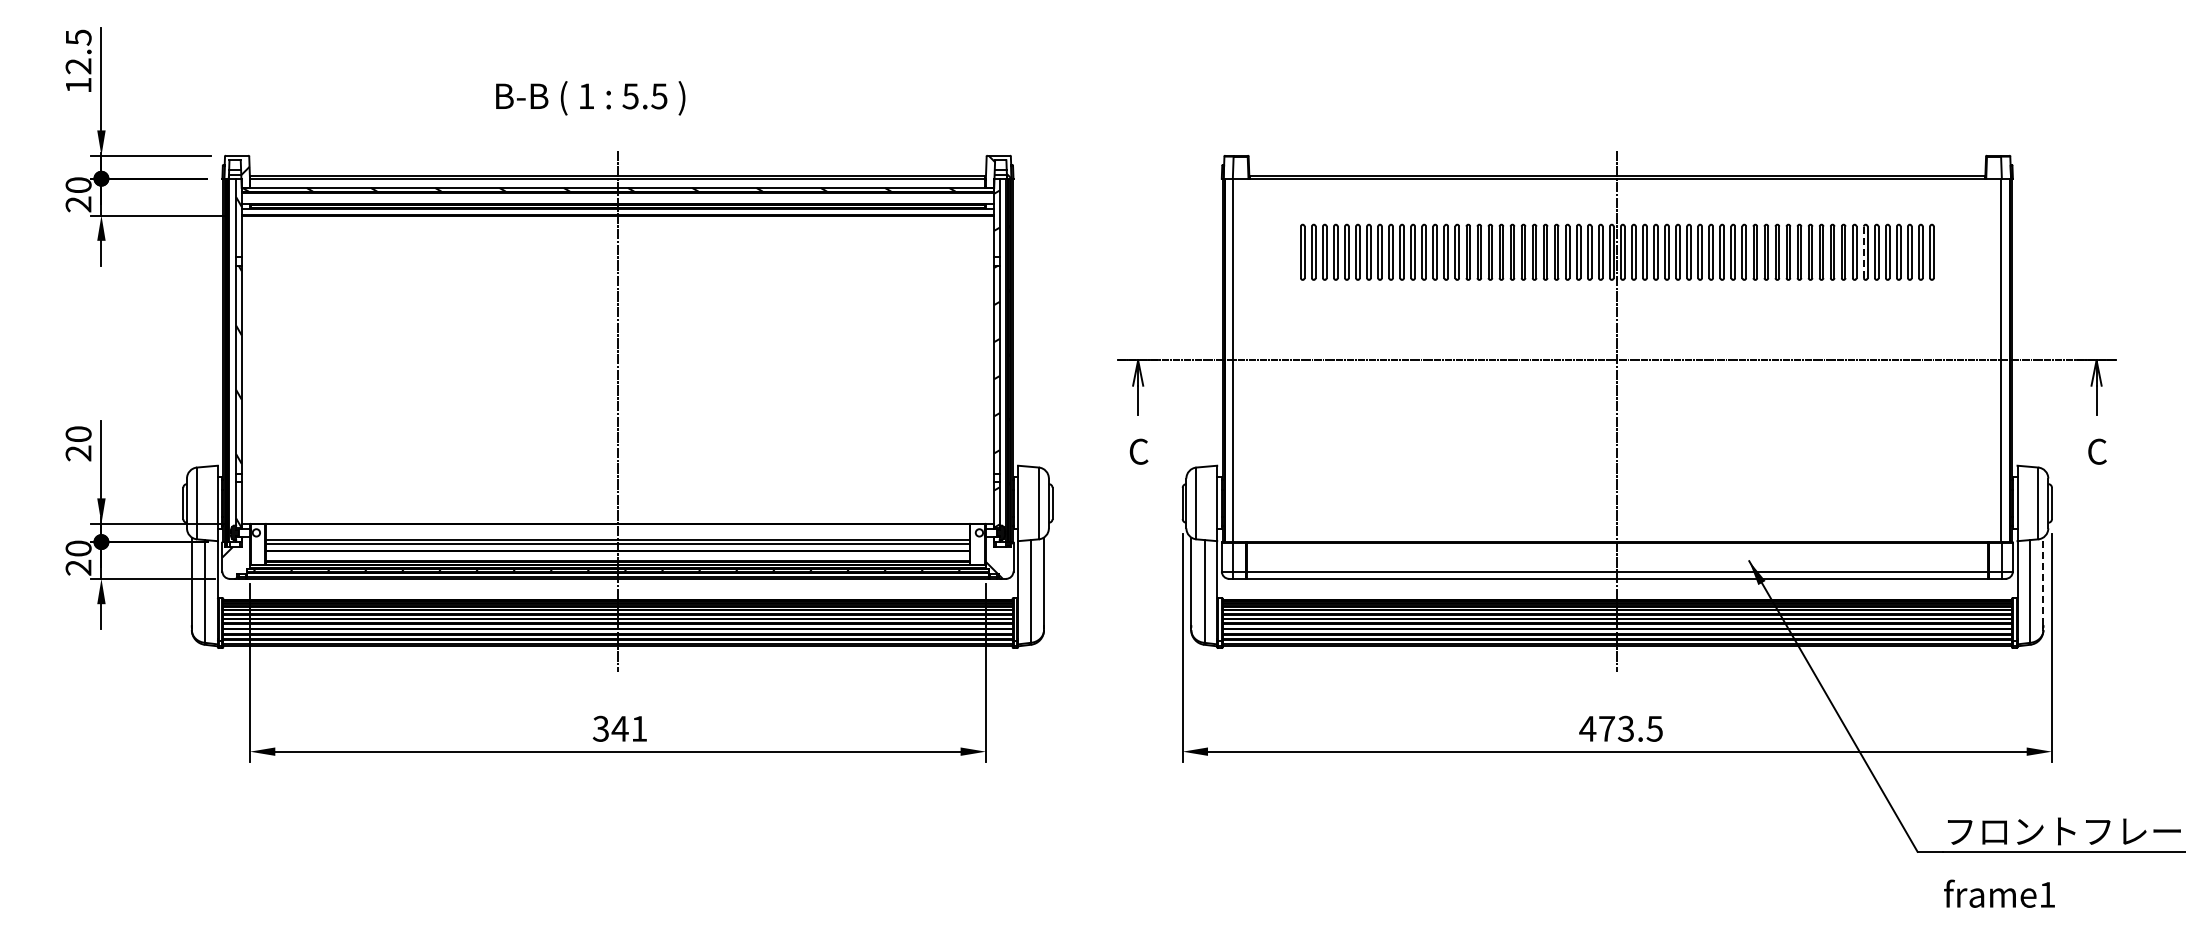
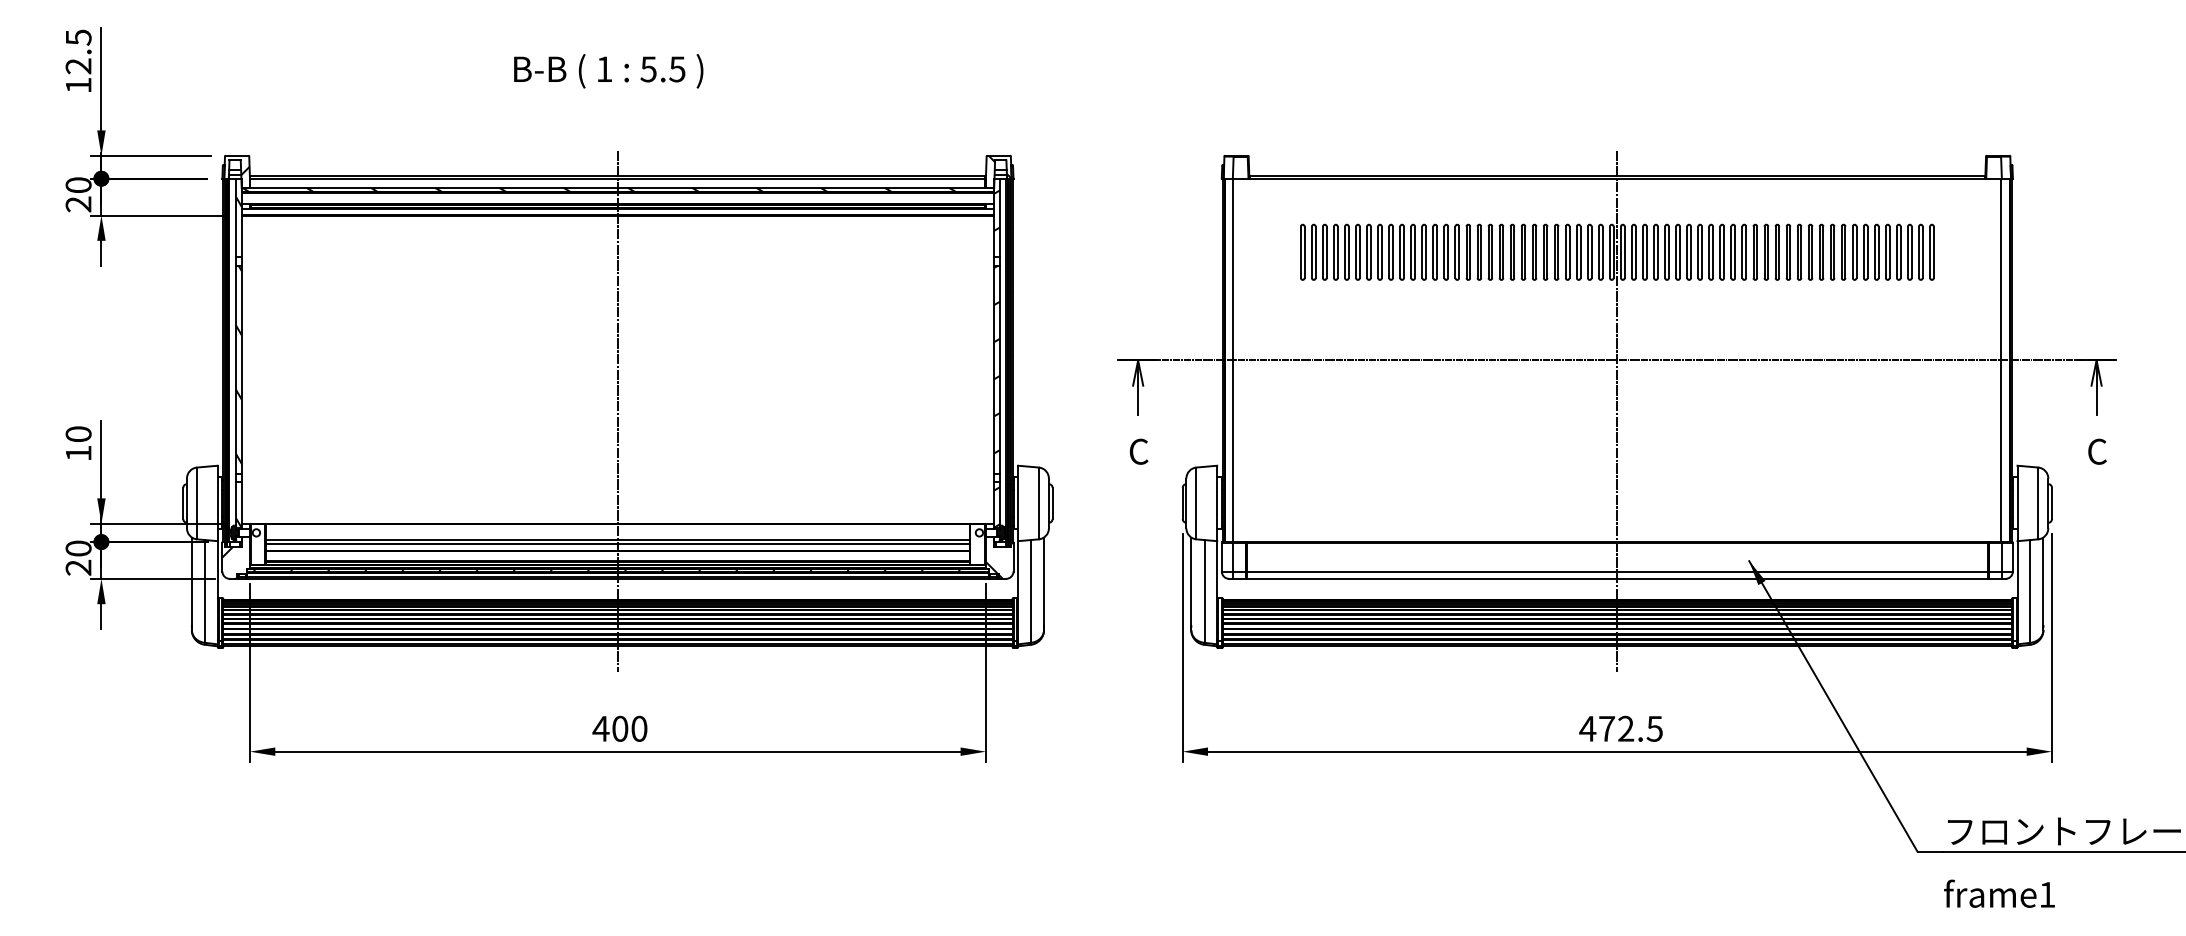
text at (590, 98) position: (590, 98) -> (608, 71)
line at (1863, 252): dashed -> solid
text at (78, 453): 20 -> 10
line at (2043, 581): dashed -> solid
text at (619, 728): 341 -> 400
text at (1626, 728): 473.5 -> 472.5
